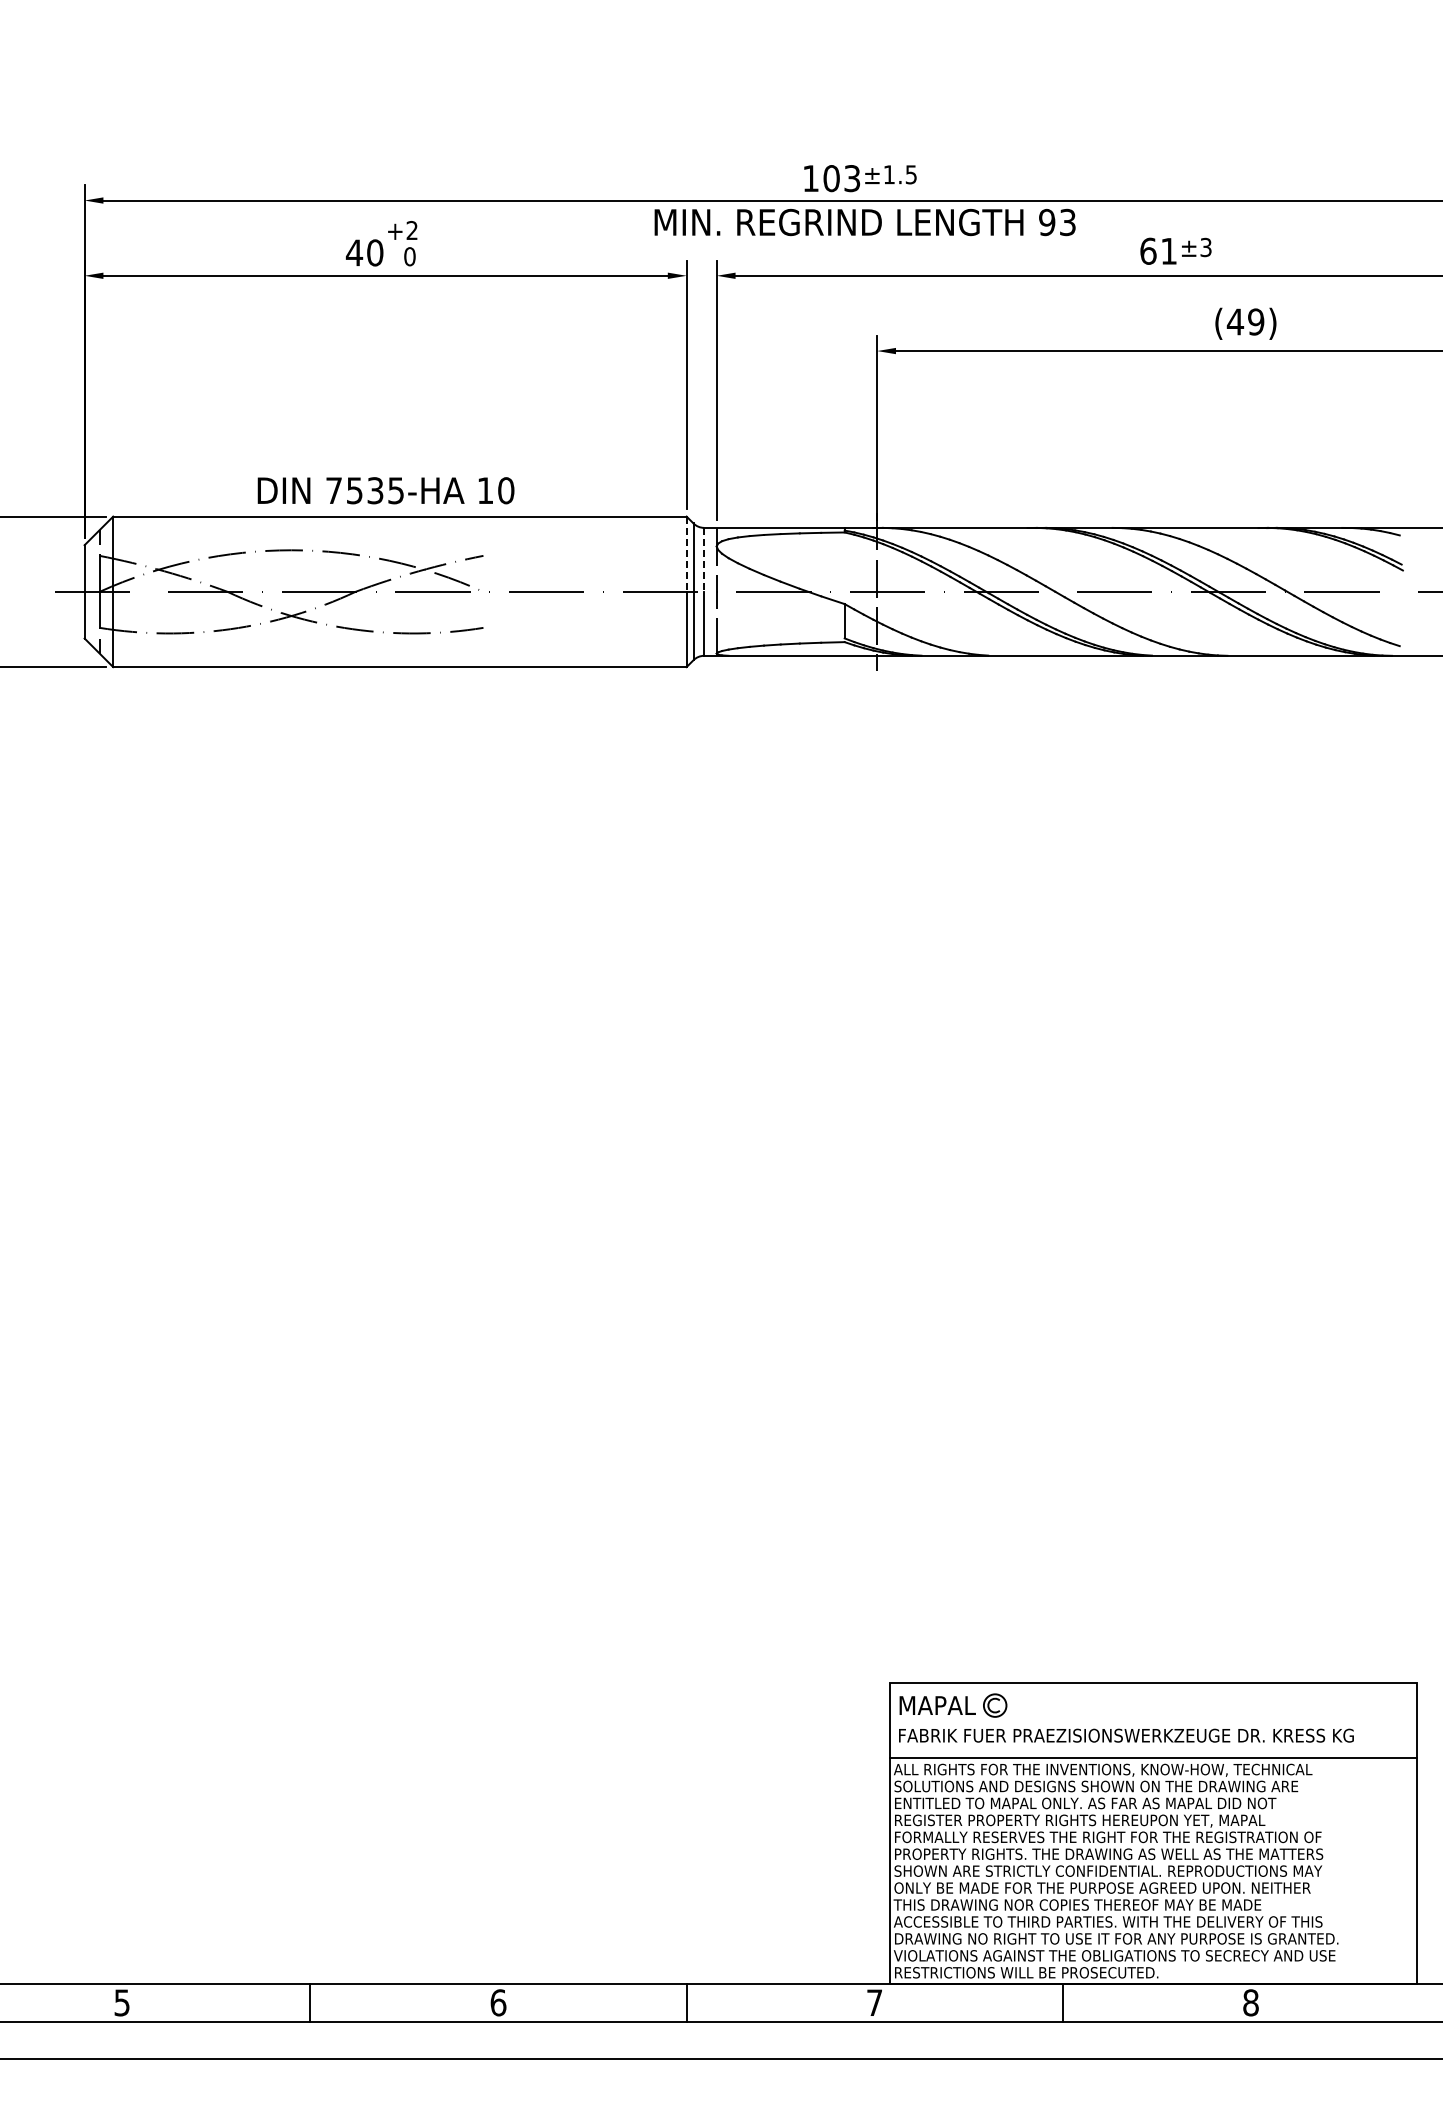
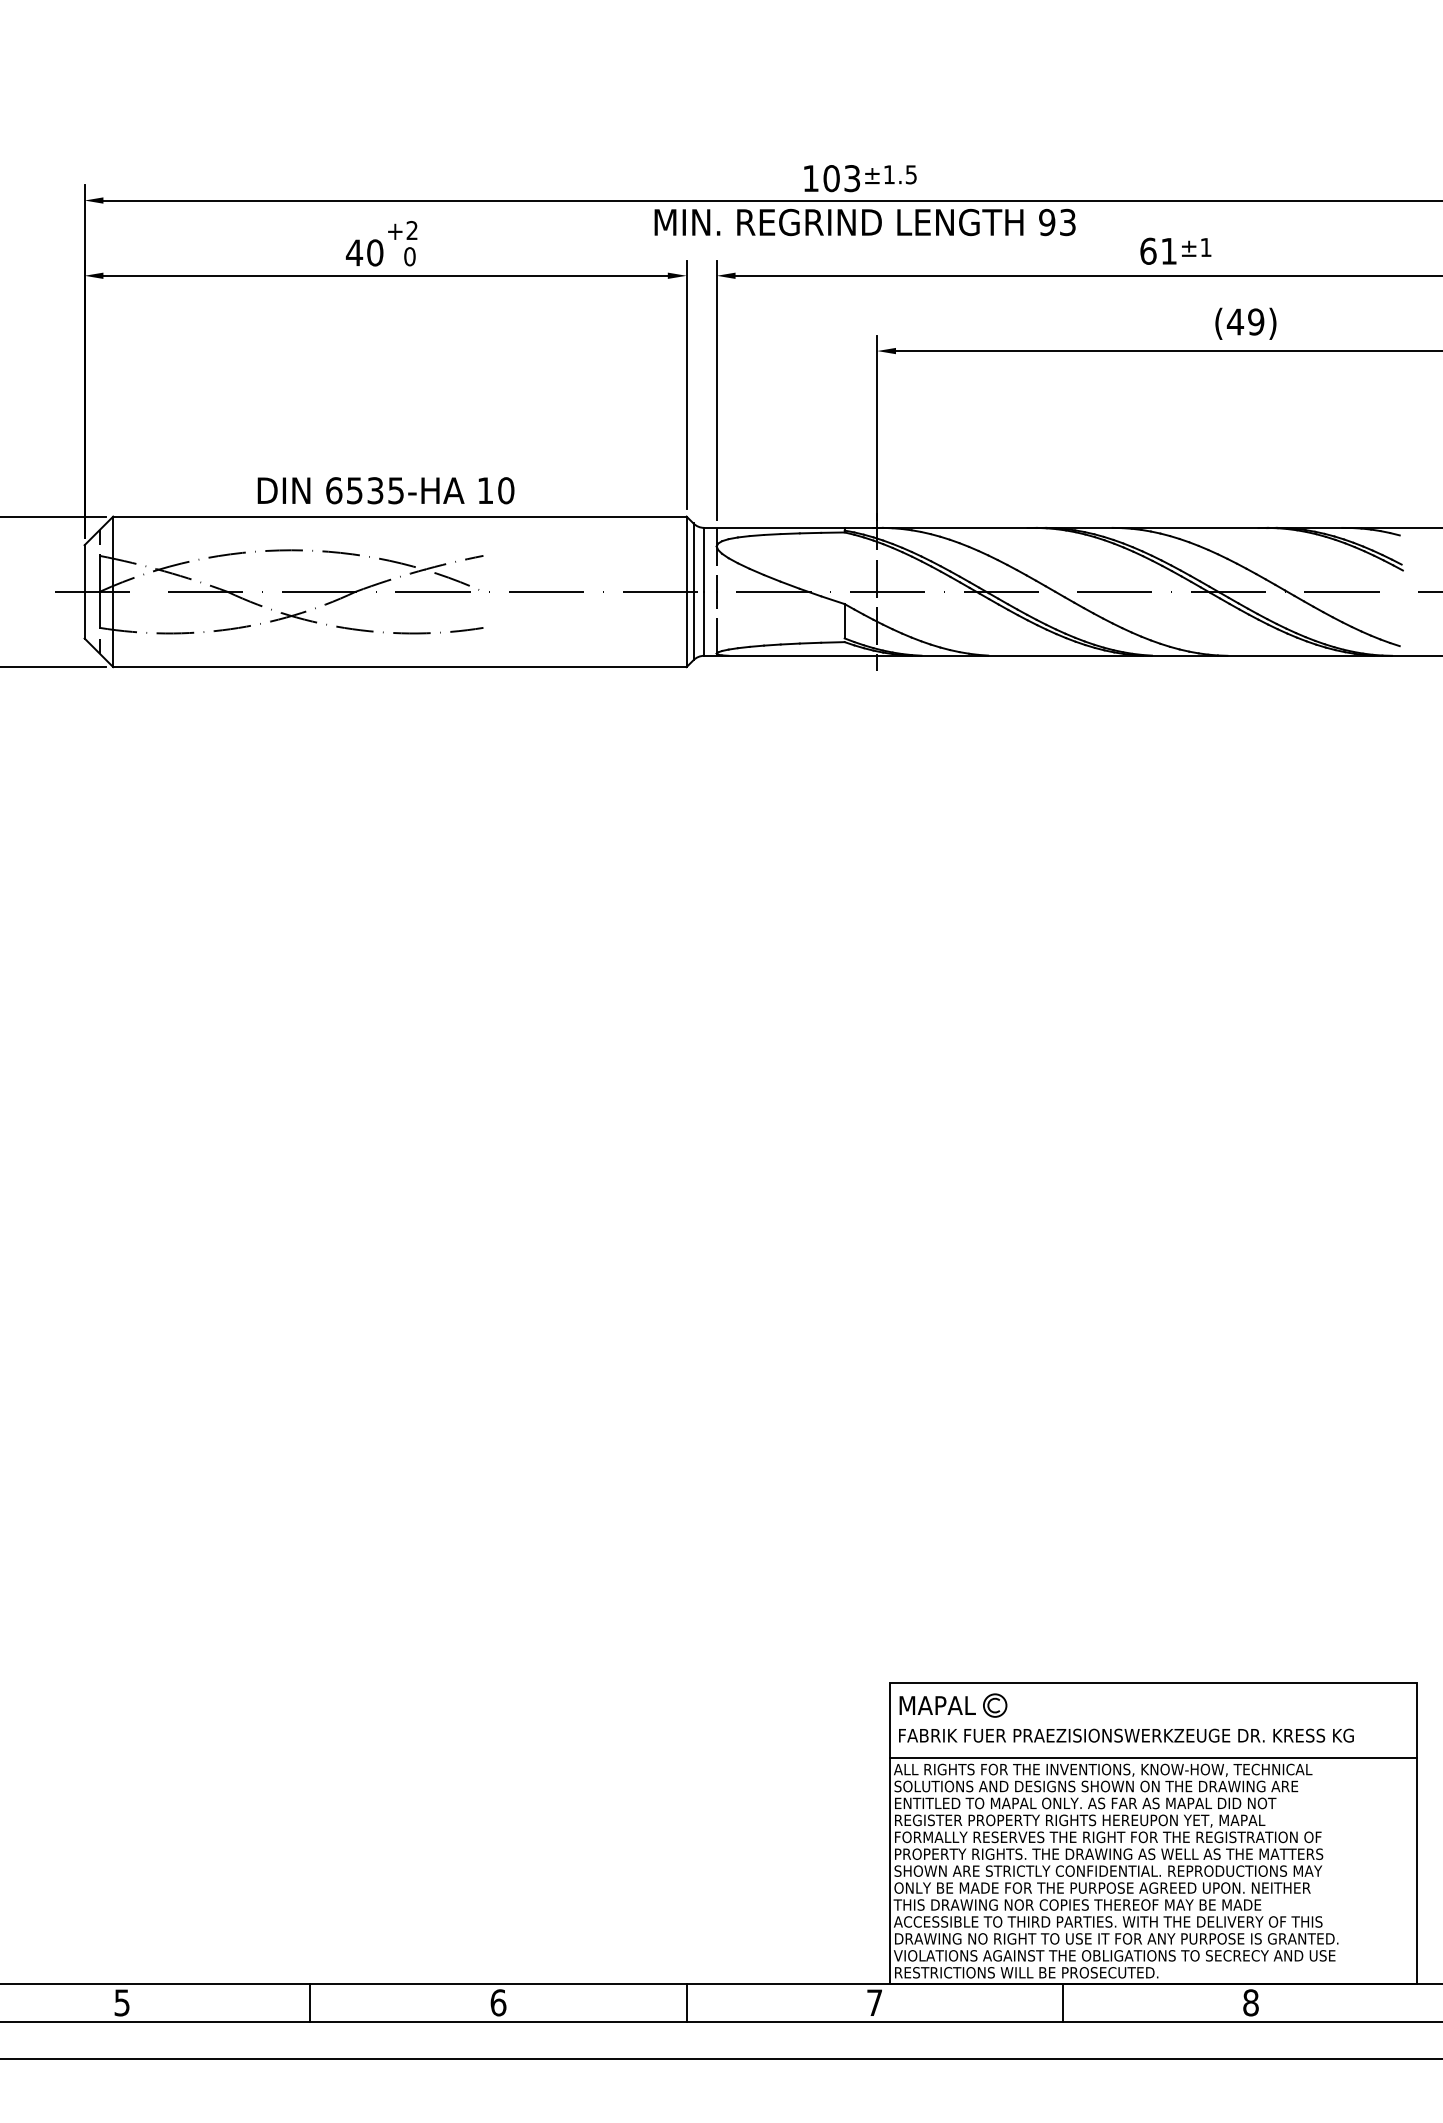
text at (1205, 247): ±3 -> ±1
text at (334, 490): 7535-HA -> 6535-HA
line at (686, 554): dashed -> solid
line at (704, 559): dashed -> solid
